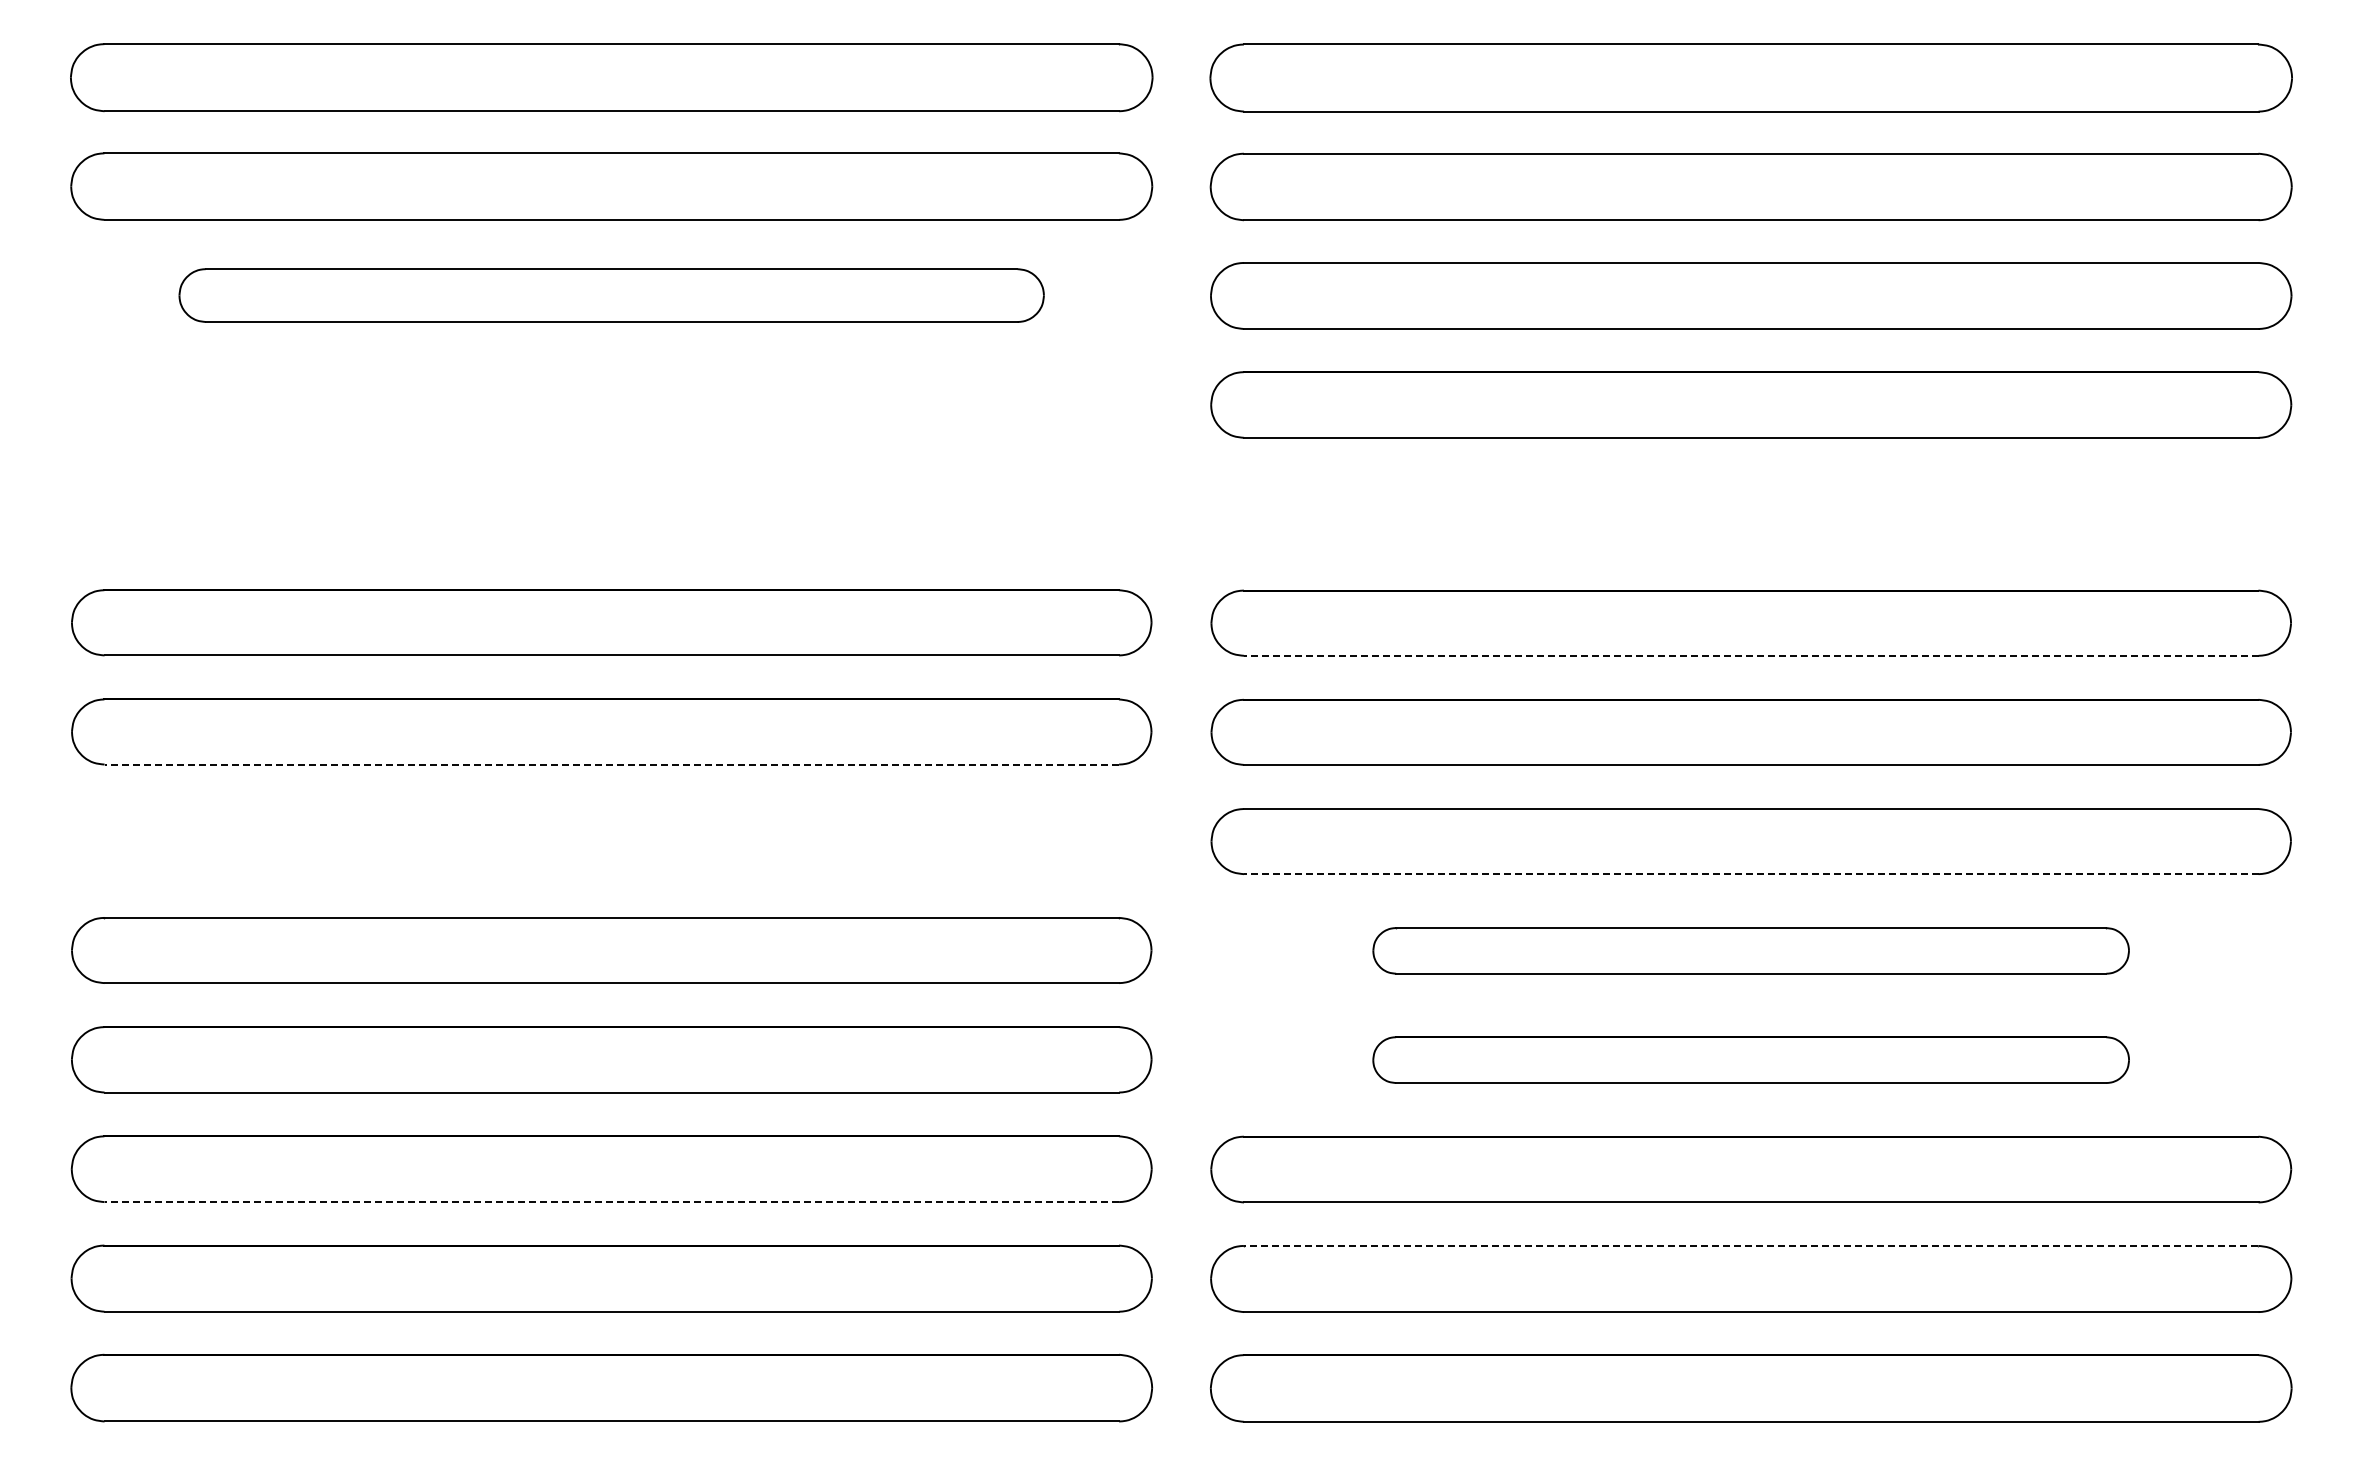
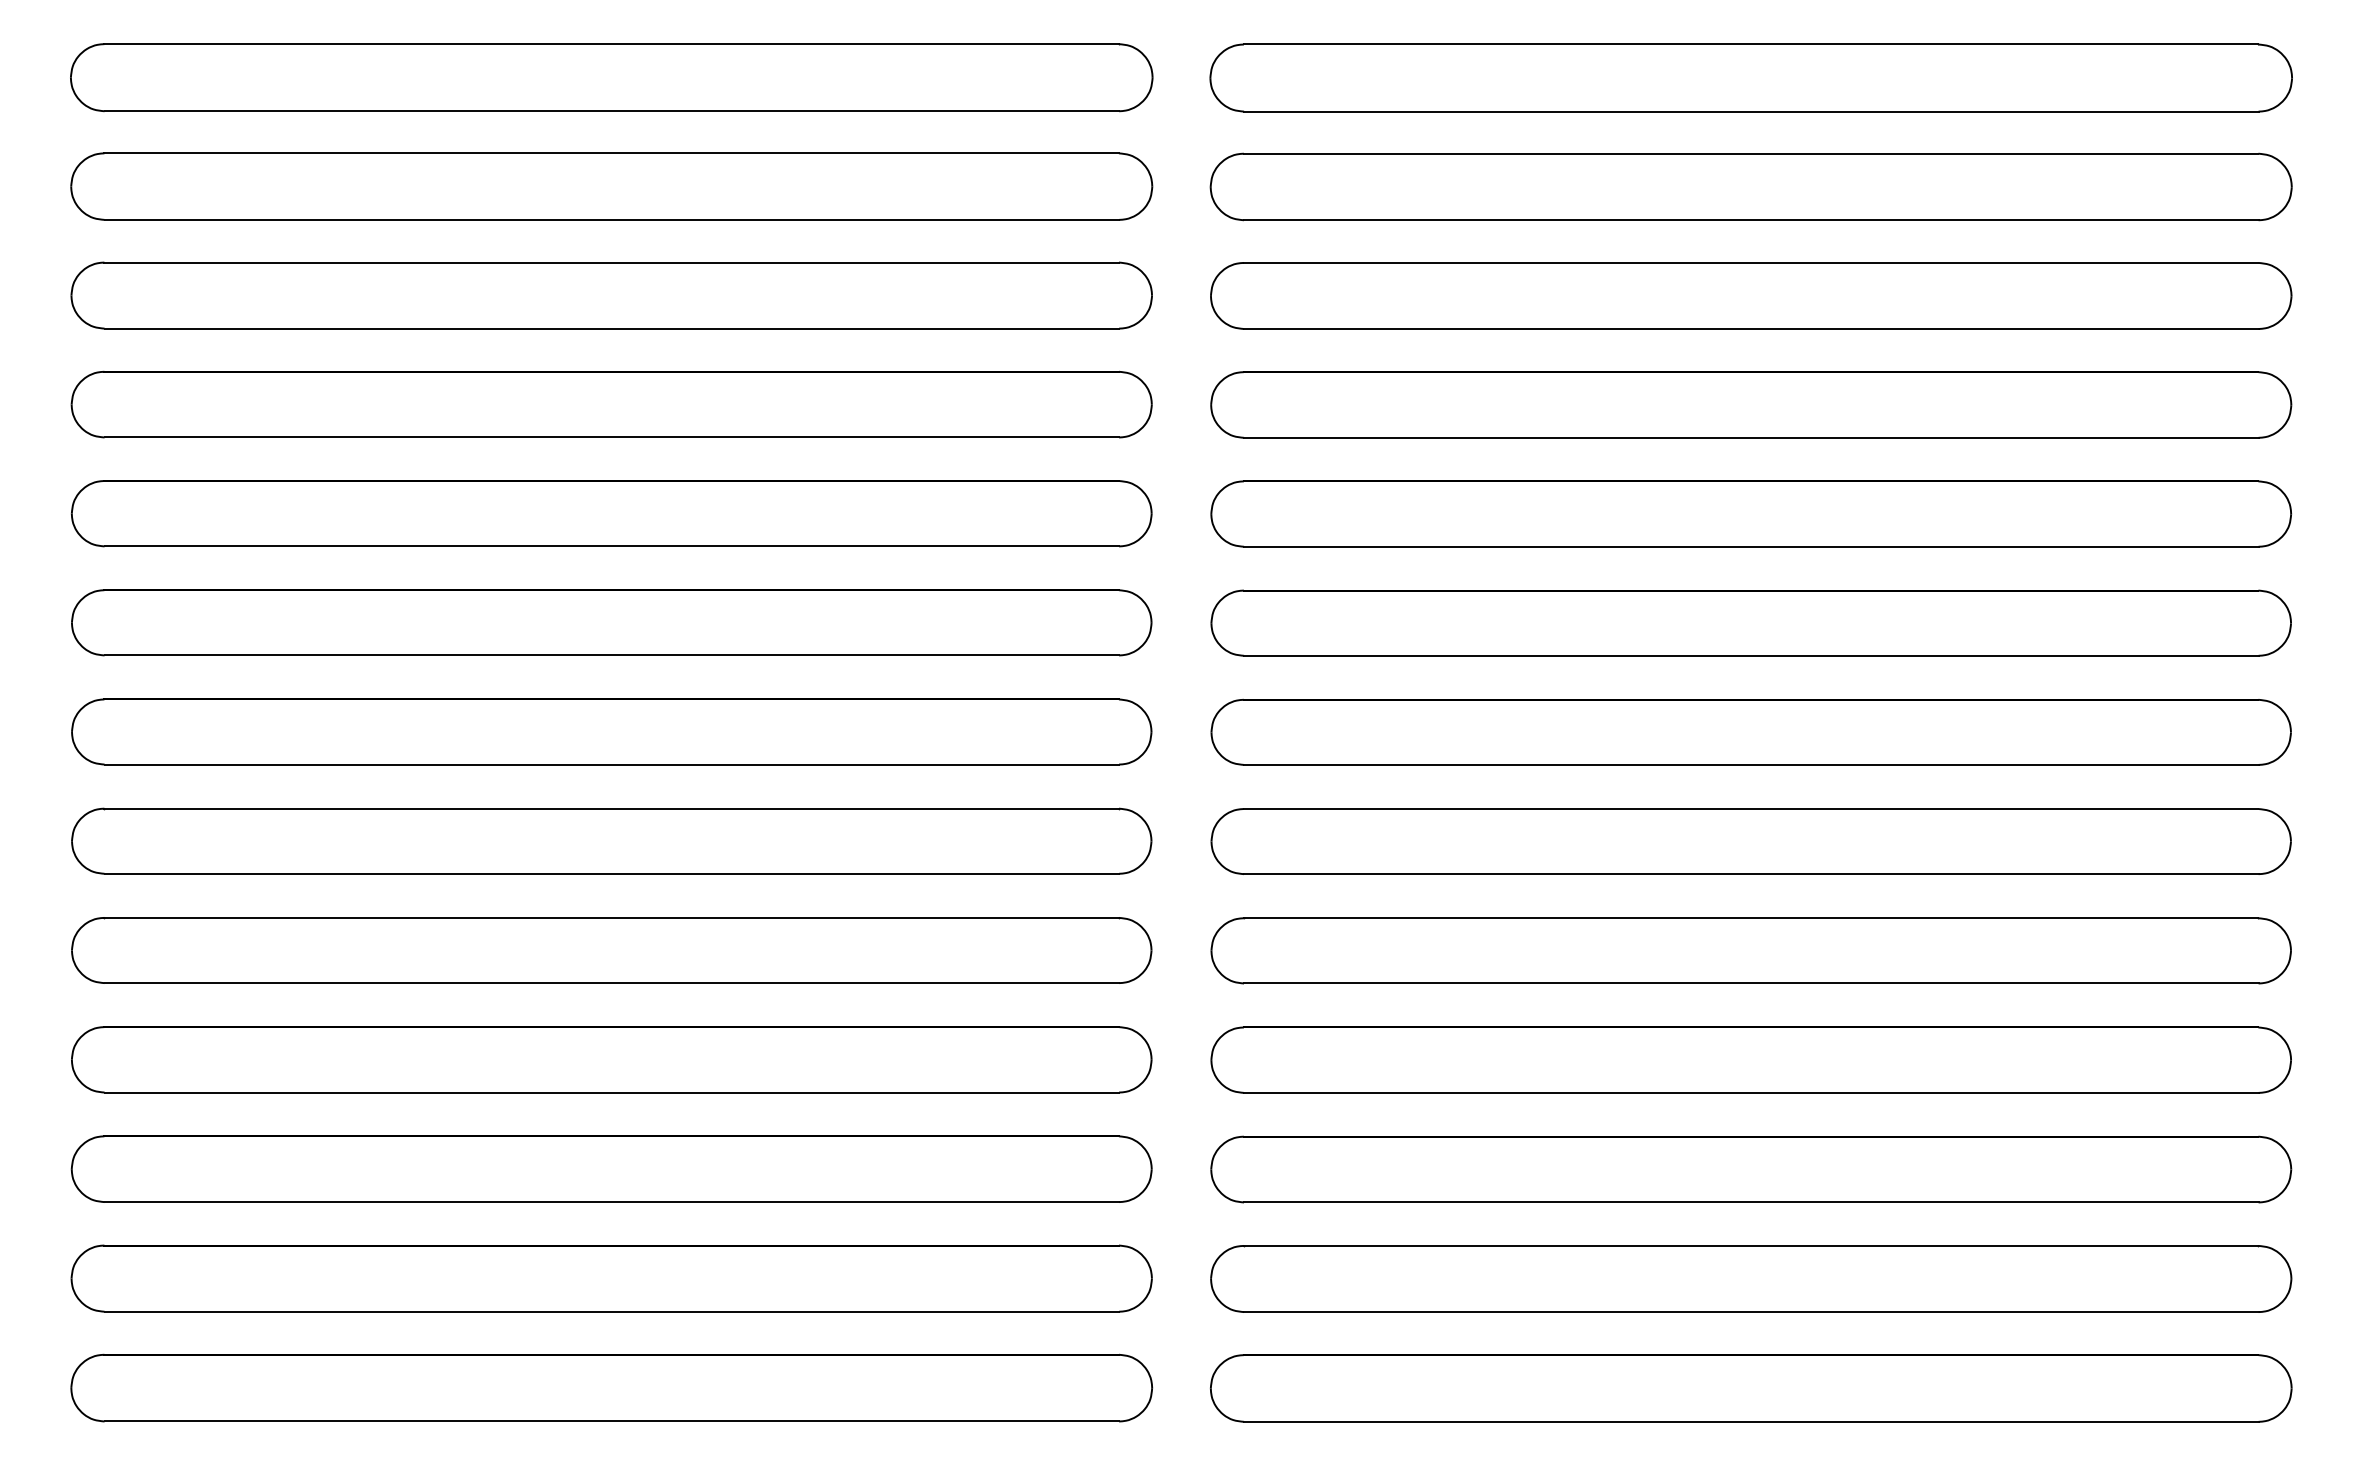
part at (611, 295) size: 867x55 px -> 1083x69 px
part at (611, 404): none -> present
part at (611, 513): none -> present
part at (1751, 513): none -> present
line at (1750, 655): dashed -> solid
line at (611, 764): dashed -> solid
part at (611, 840): none -> present
line at (1750, 874): dashed -> solid
part at (1750, 950) size: 758x48 px -> 1082x68 px
part at (1750, 1059) size: 758x48 px -> 1082x68 px
line at (611, 1202): dashed -> solid
line at (1750, 1245): dashed -> solid
